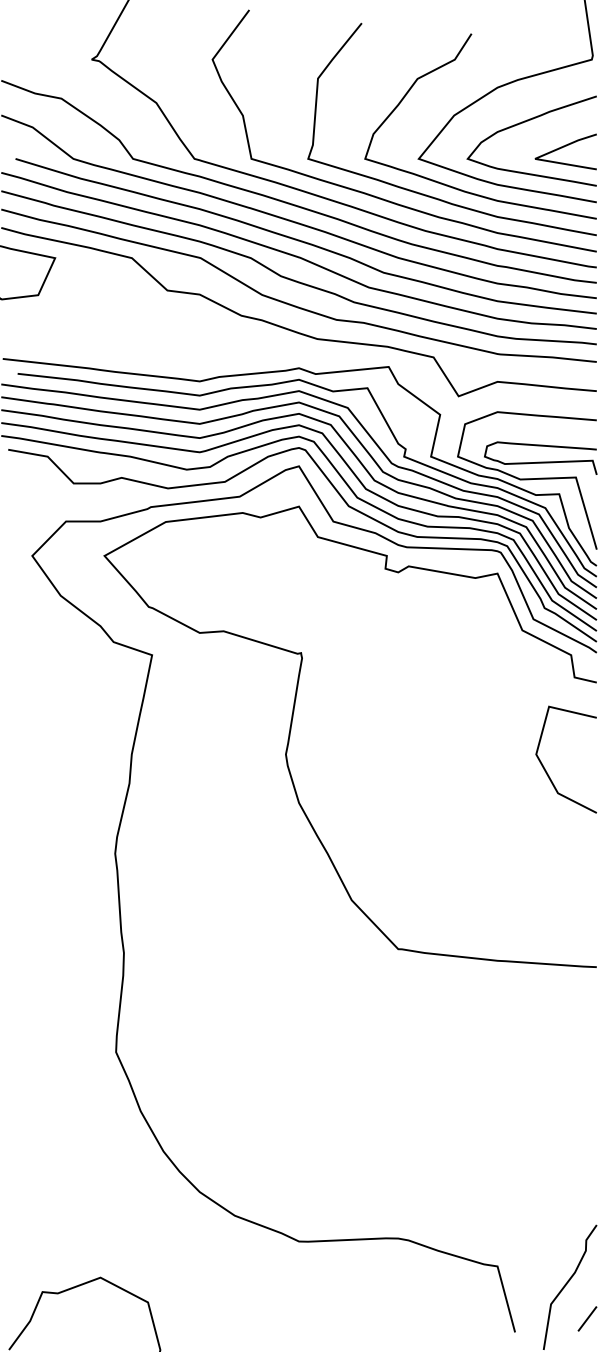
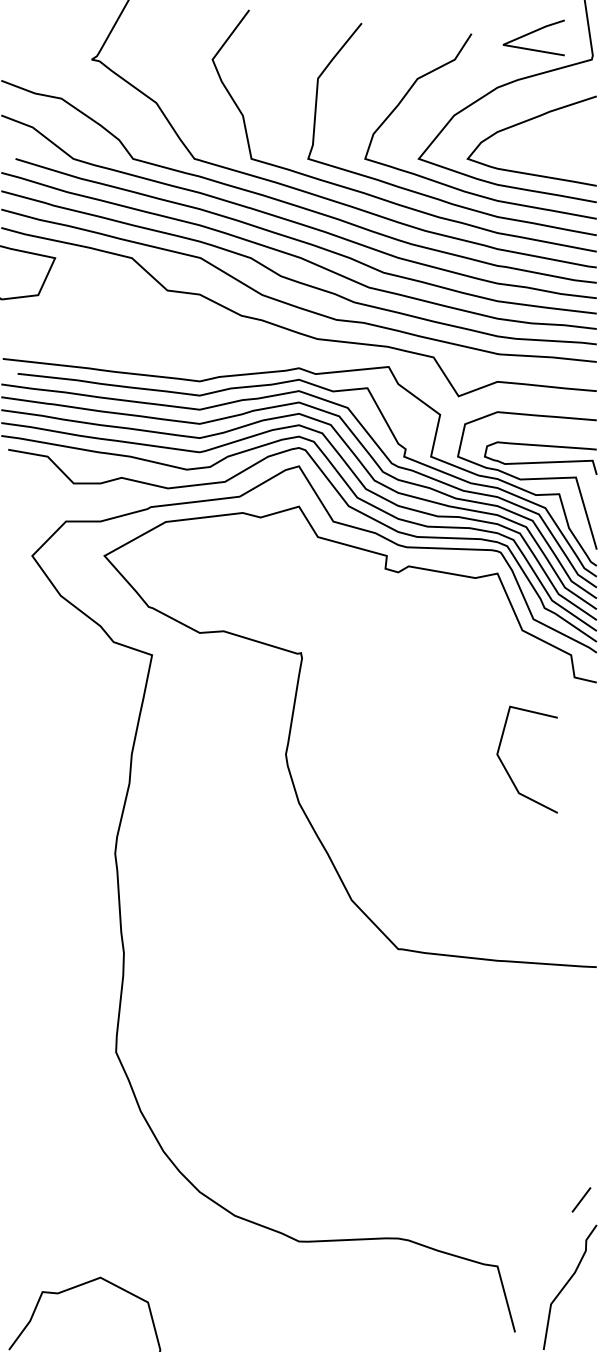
line at (564, 147) position: (564, 147) -> (532, 33)
line at (545, 768) position: (545, 768) -> (506, 768)
line at (587, 1318) position: (587, 1318) -> (581, 1199)
